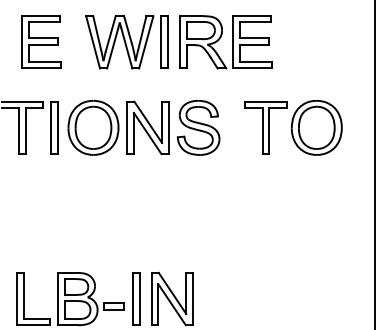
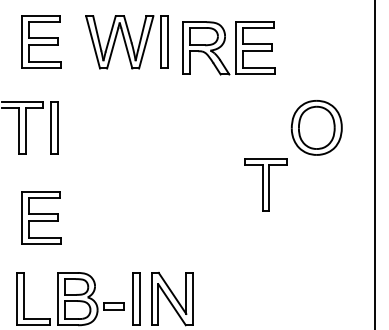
part at (219, 40) position: (219, 40) -> (222, 46)
part at (143, 127): present -> none
part at (265, 127) position: (265, 127) -> (265, 184)
part at (41, 217): none -> present
